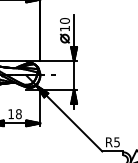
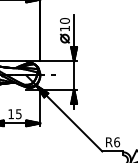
text at (18, 114): 18 -> 15
text at (117, 142): R5 -> R6
